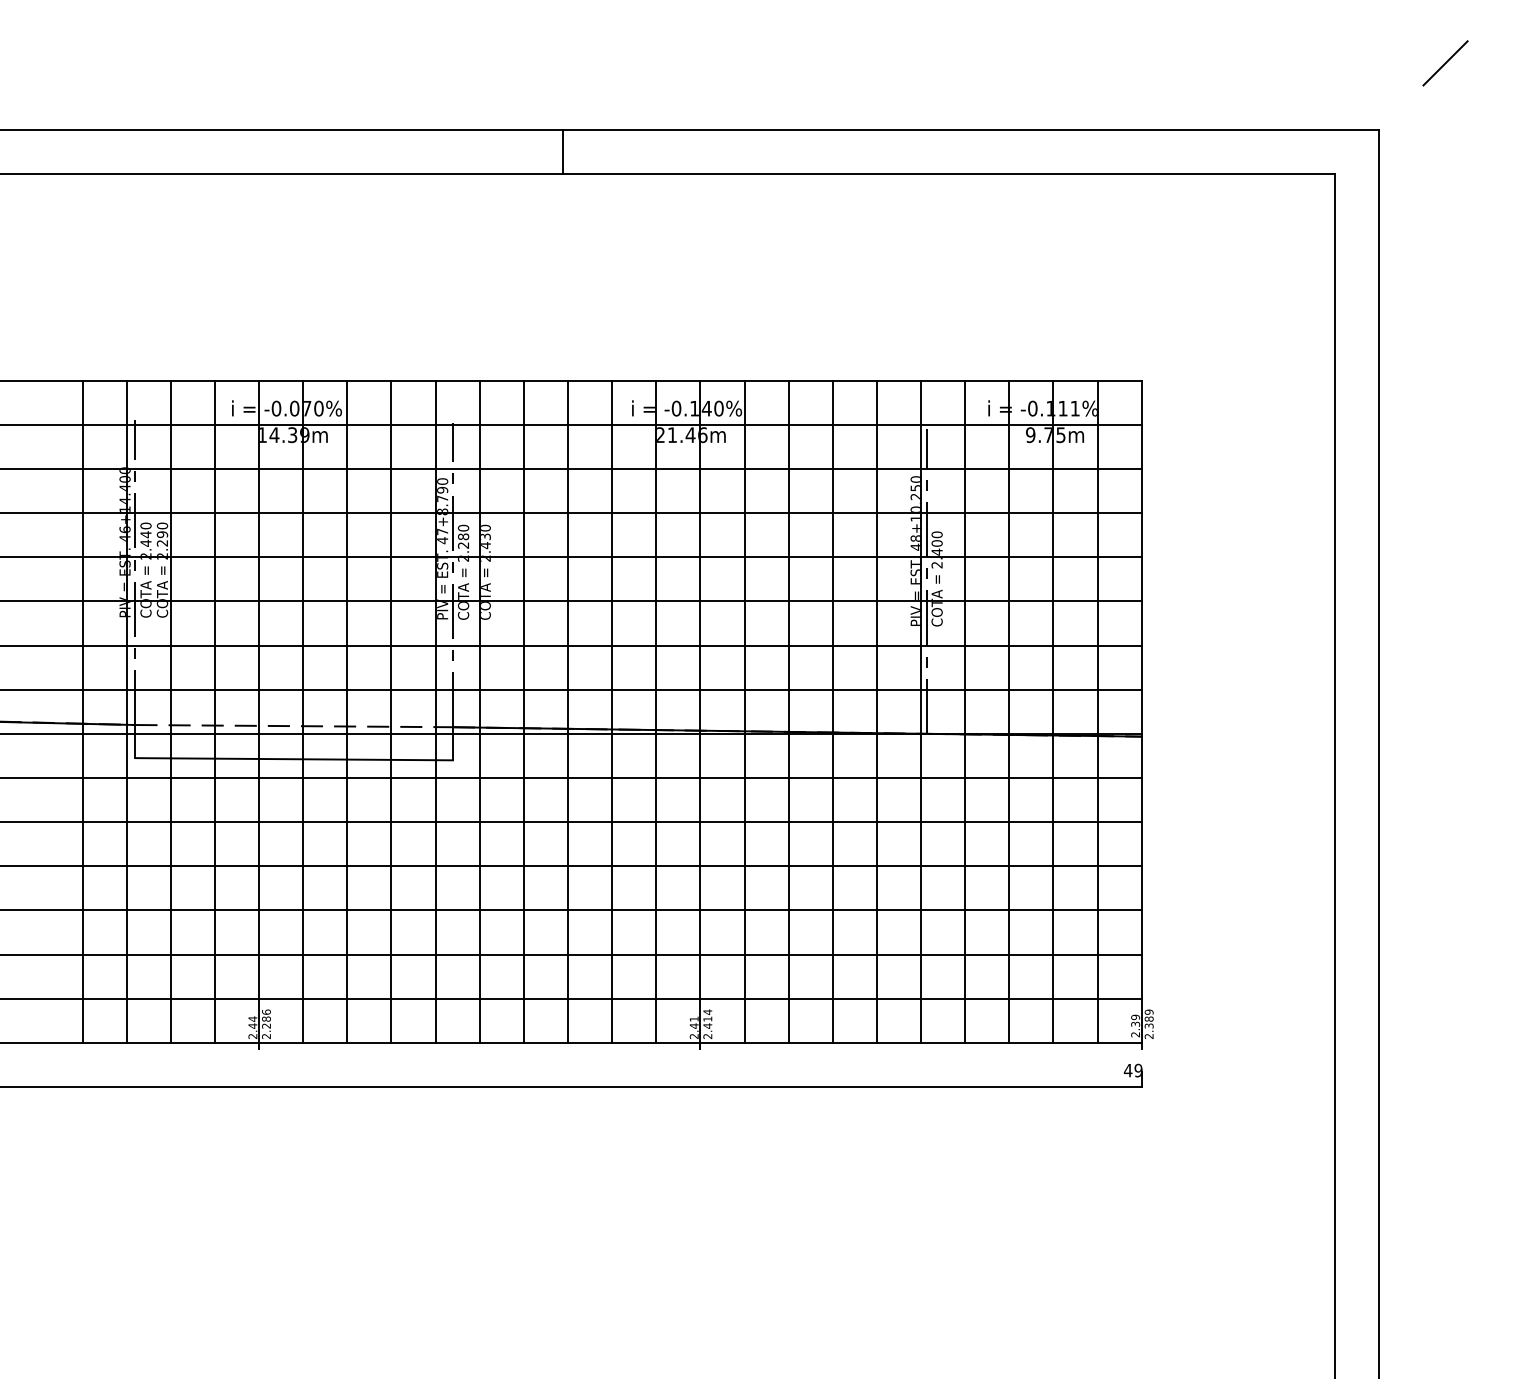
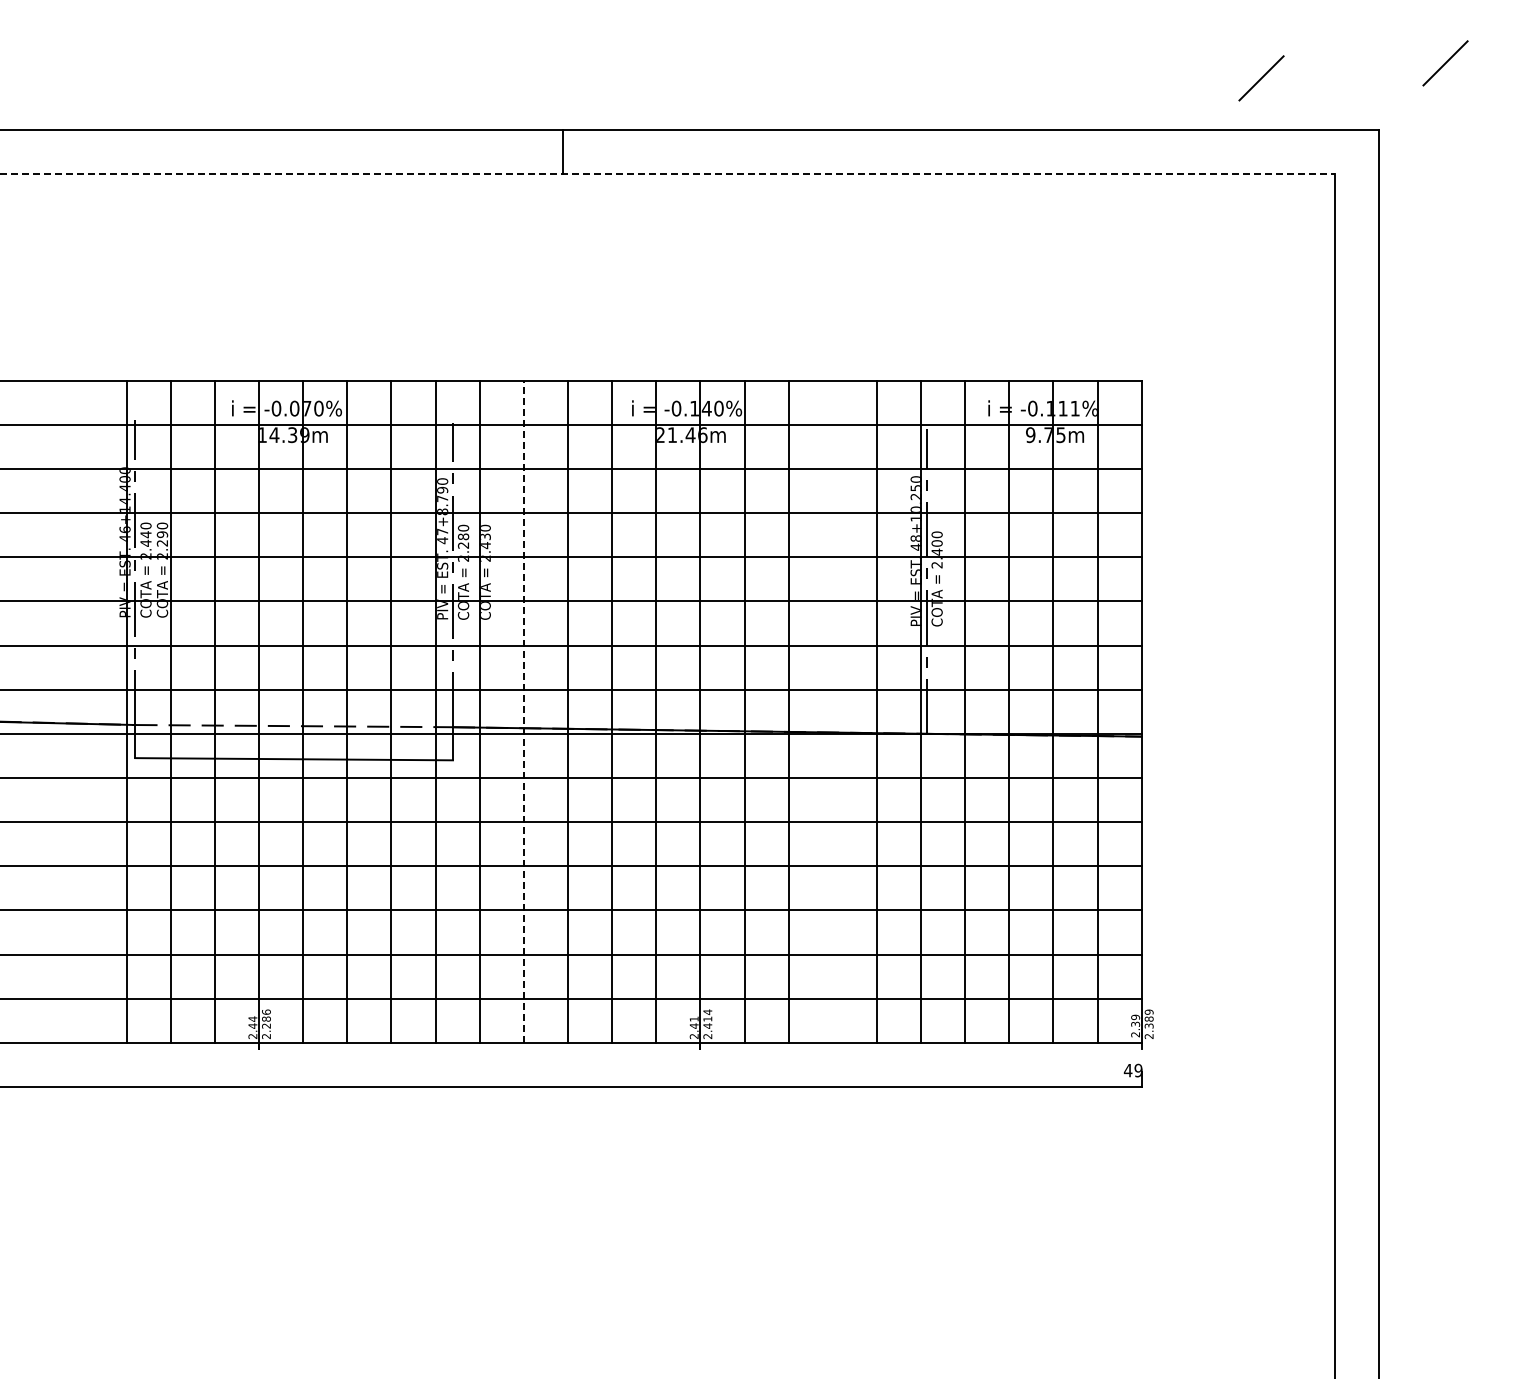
line at (1261, 78): none -> present
line at (668, 173): solid -> dashed
line at (82, 711): present -> none
line at (523, 711): solid -> dashed
line at (832, 711): present -> none
